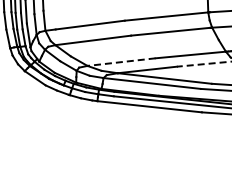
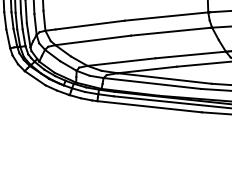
line at (121, 62): dashed -> solid
line at (203, 64): dashed -> solid
